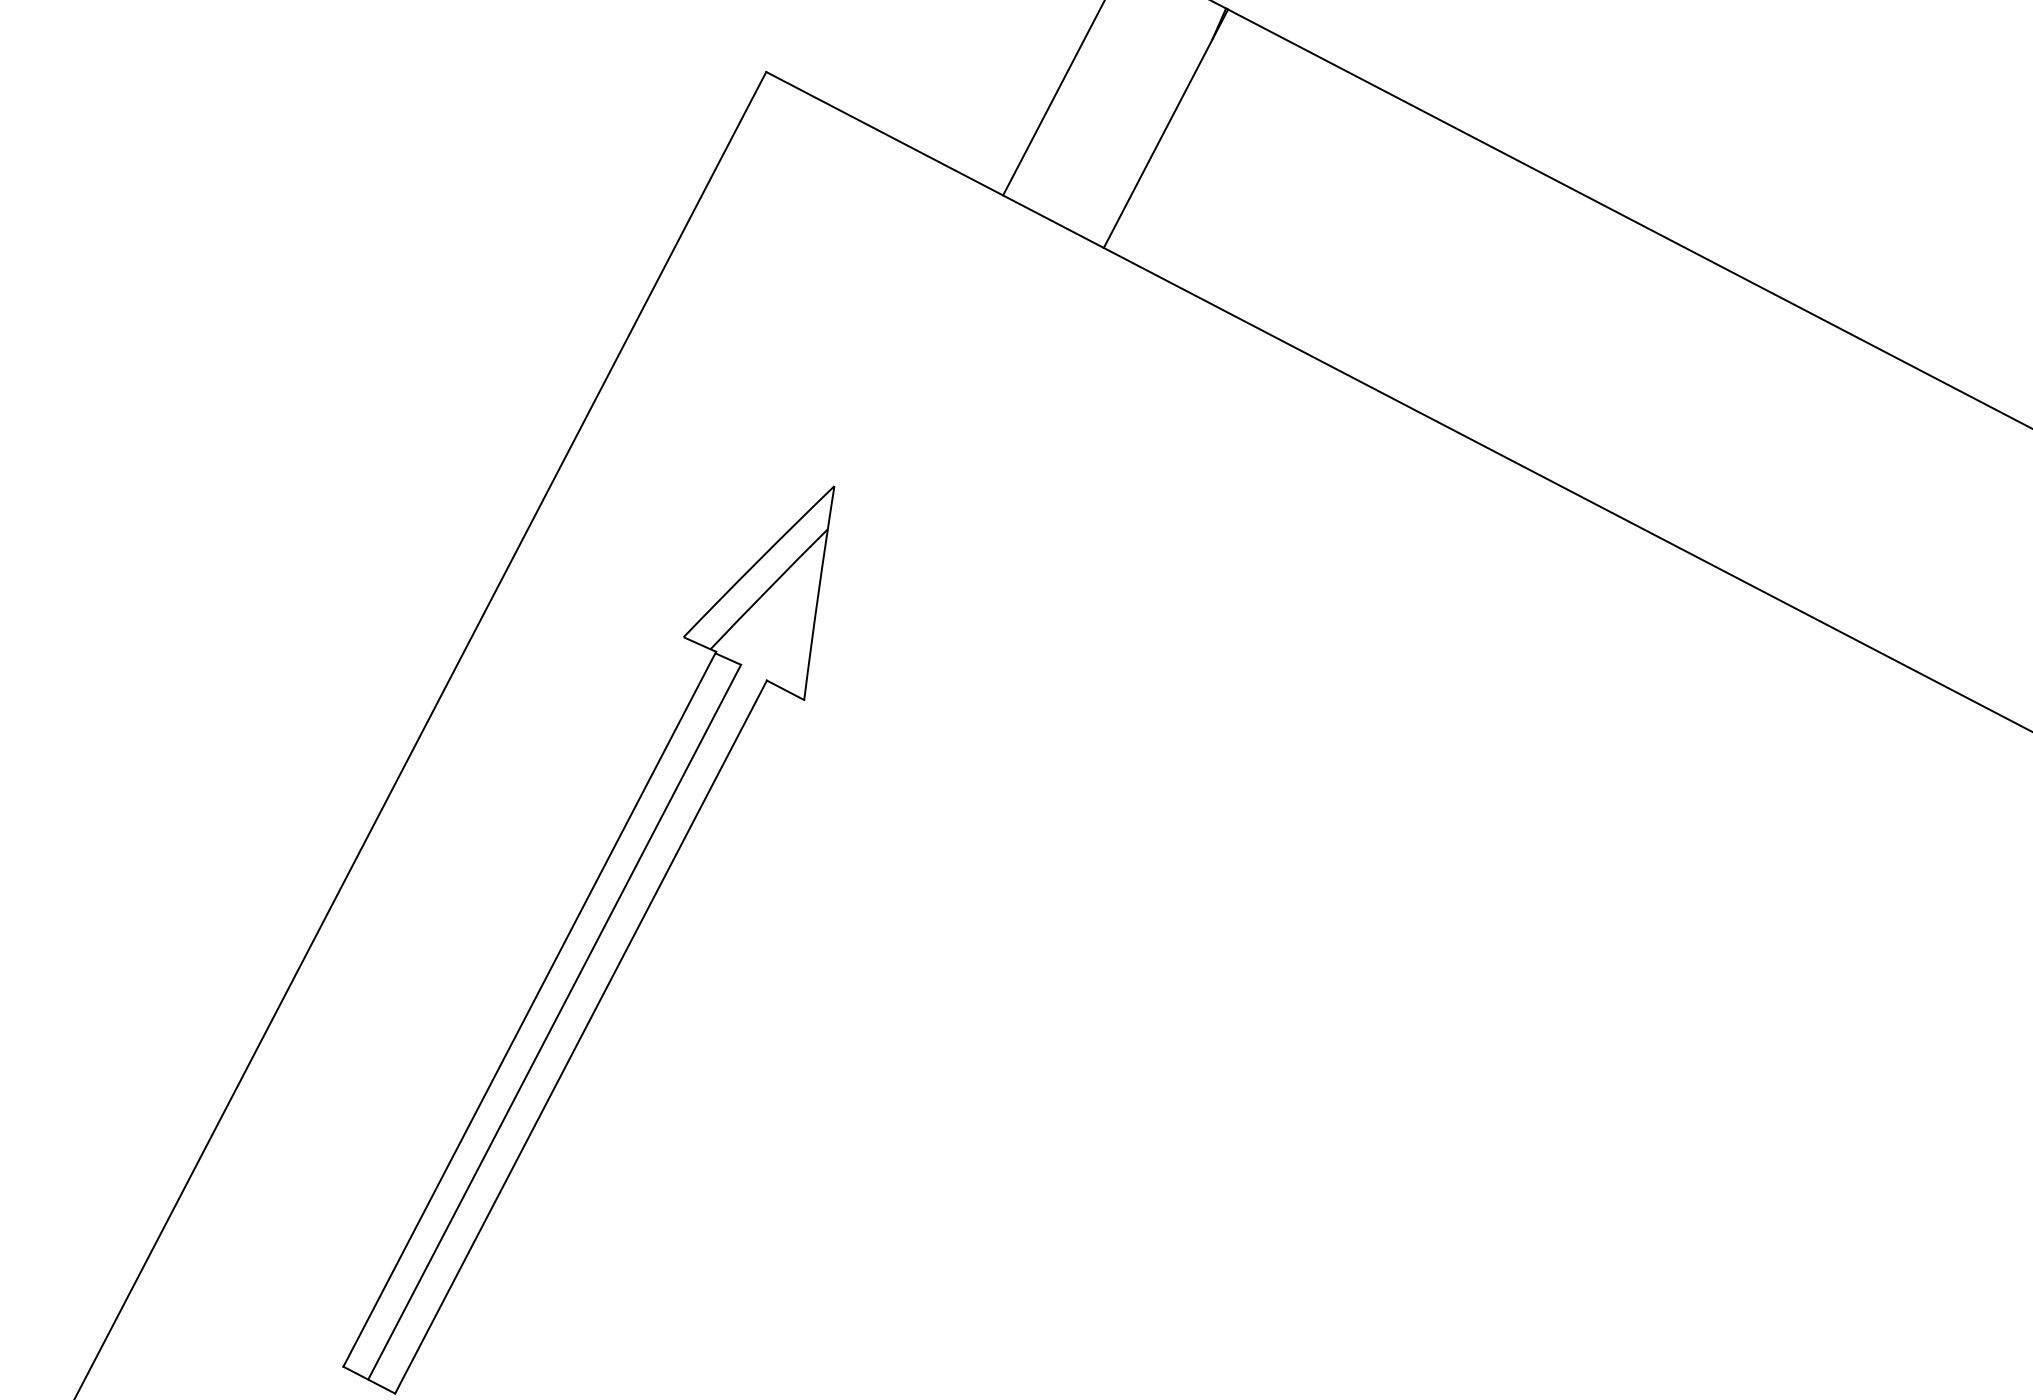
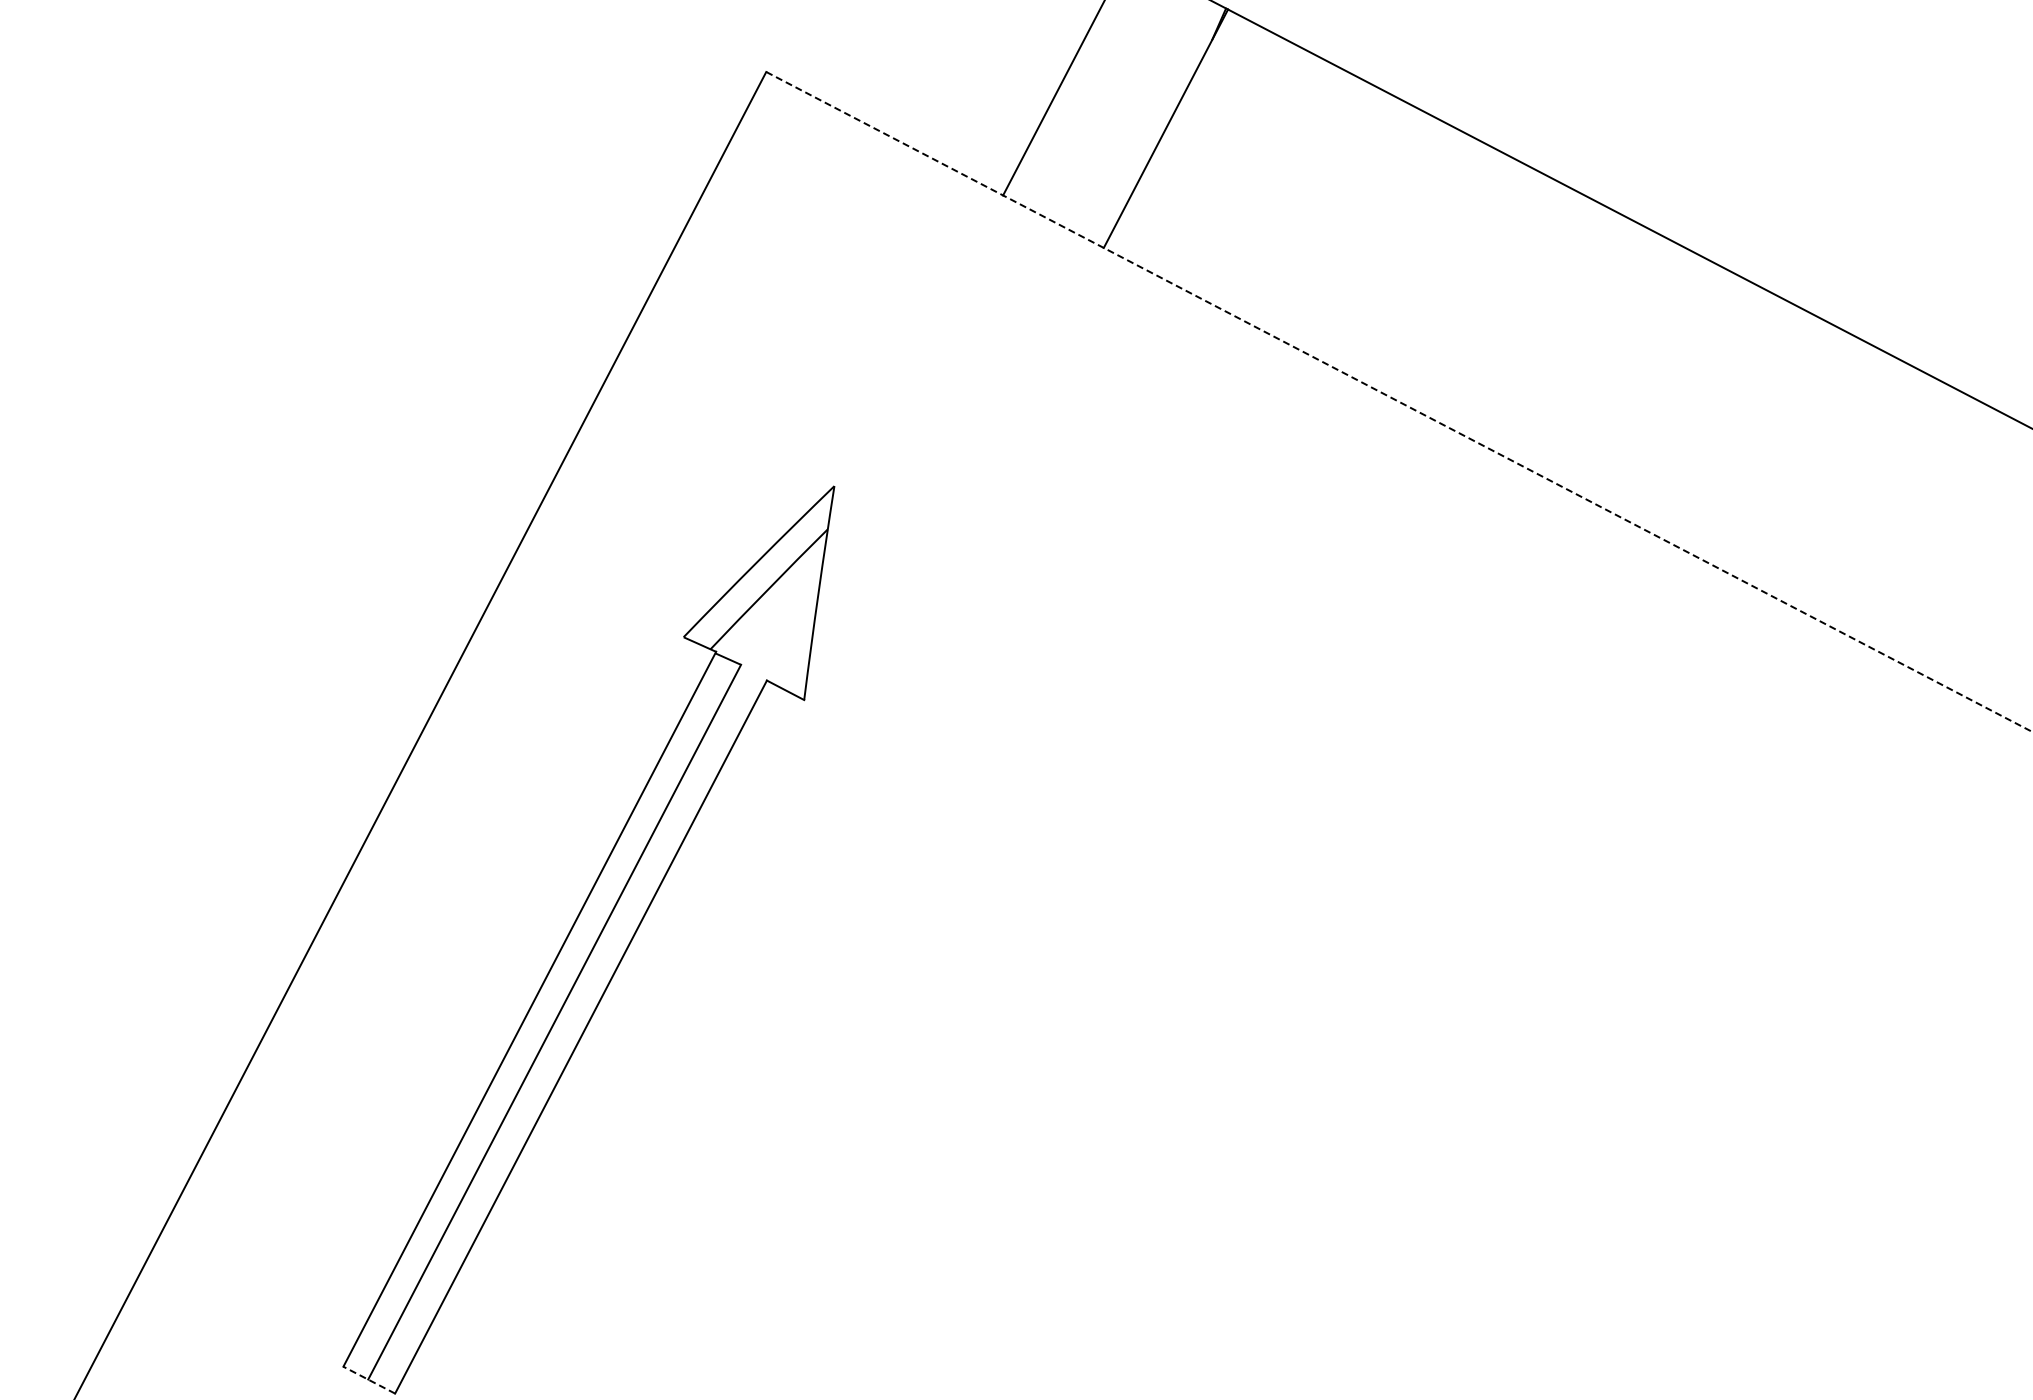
line at (1399, 401): solid -> dashed
line at (368, 1379): solid -> dashed
